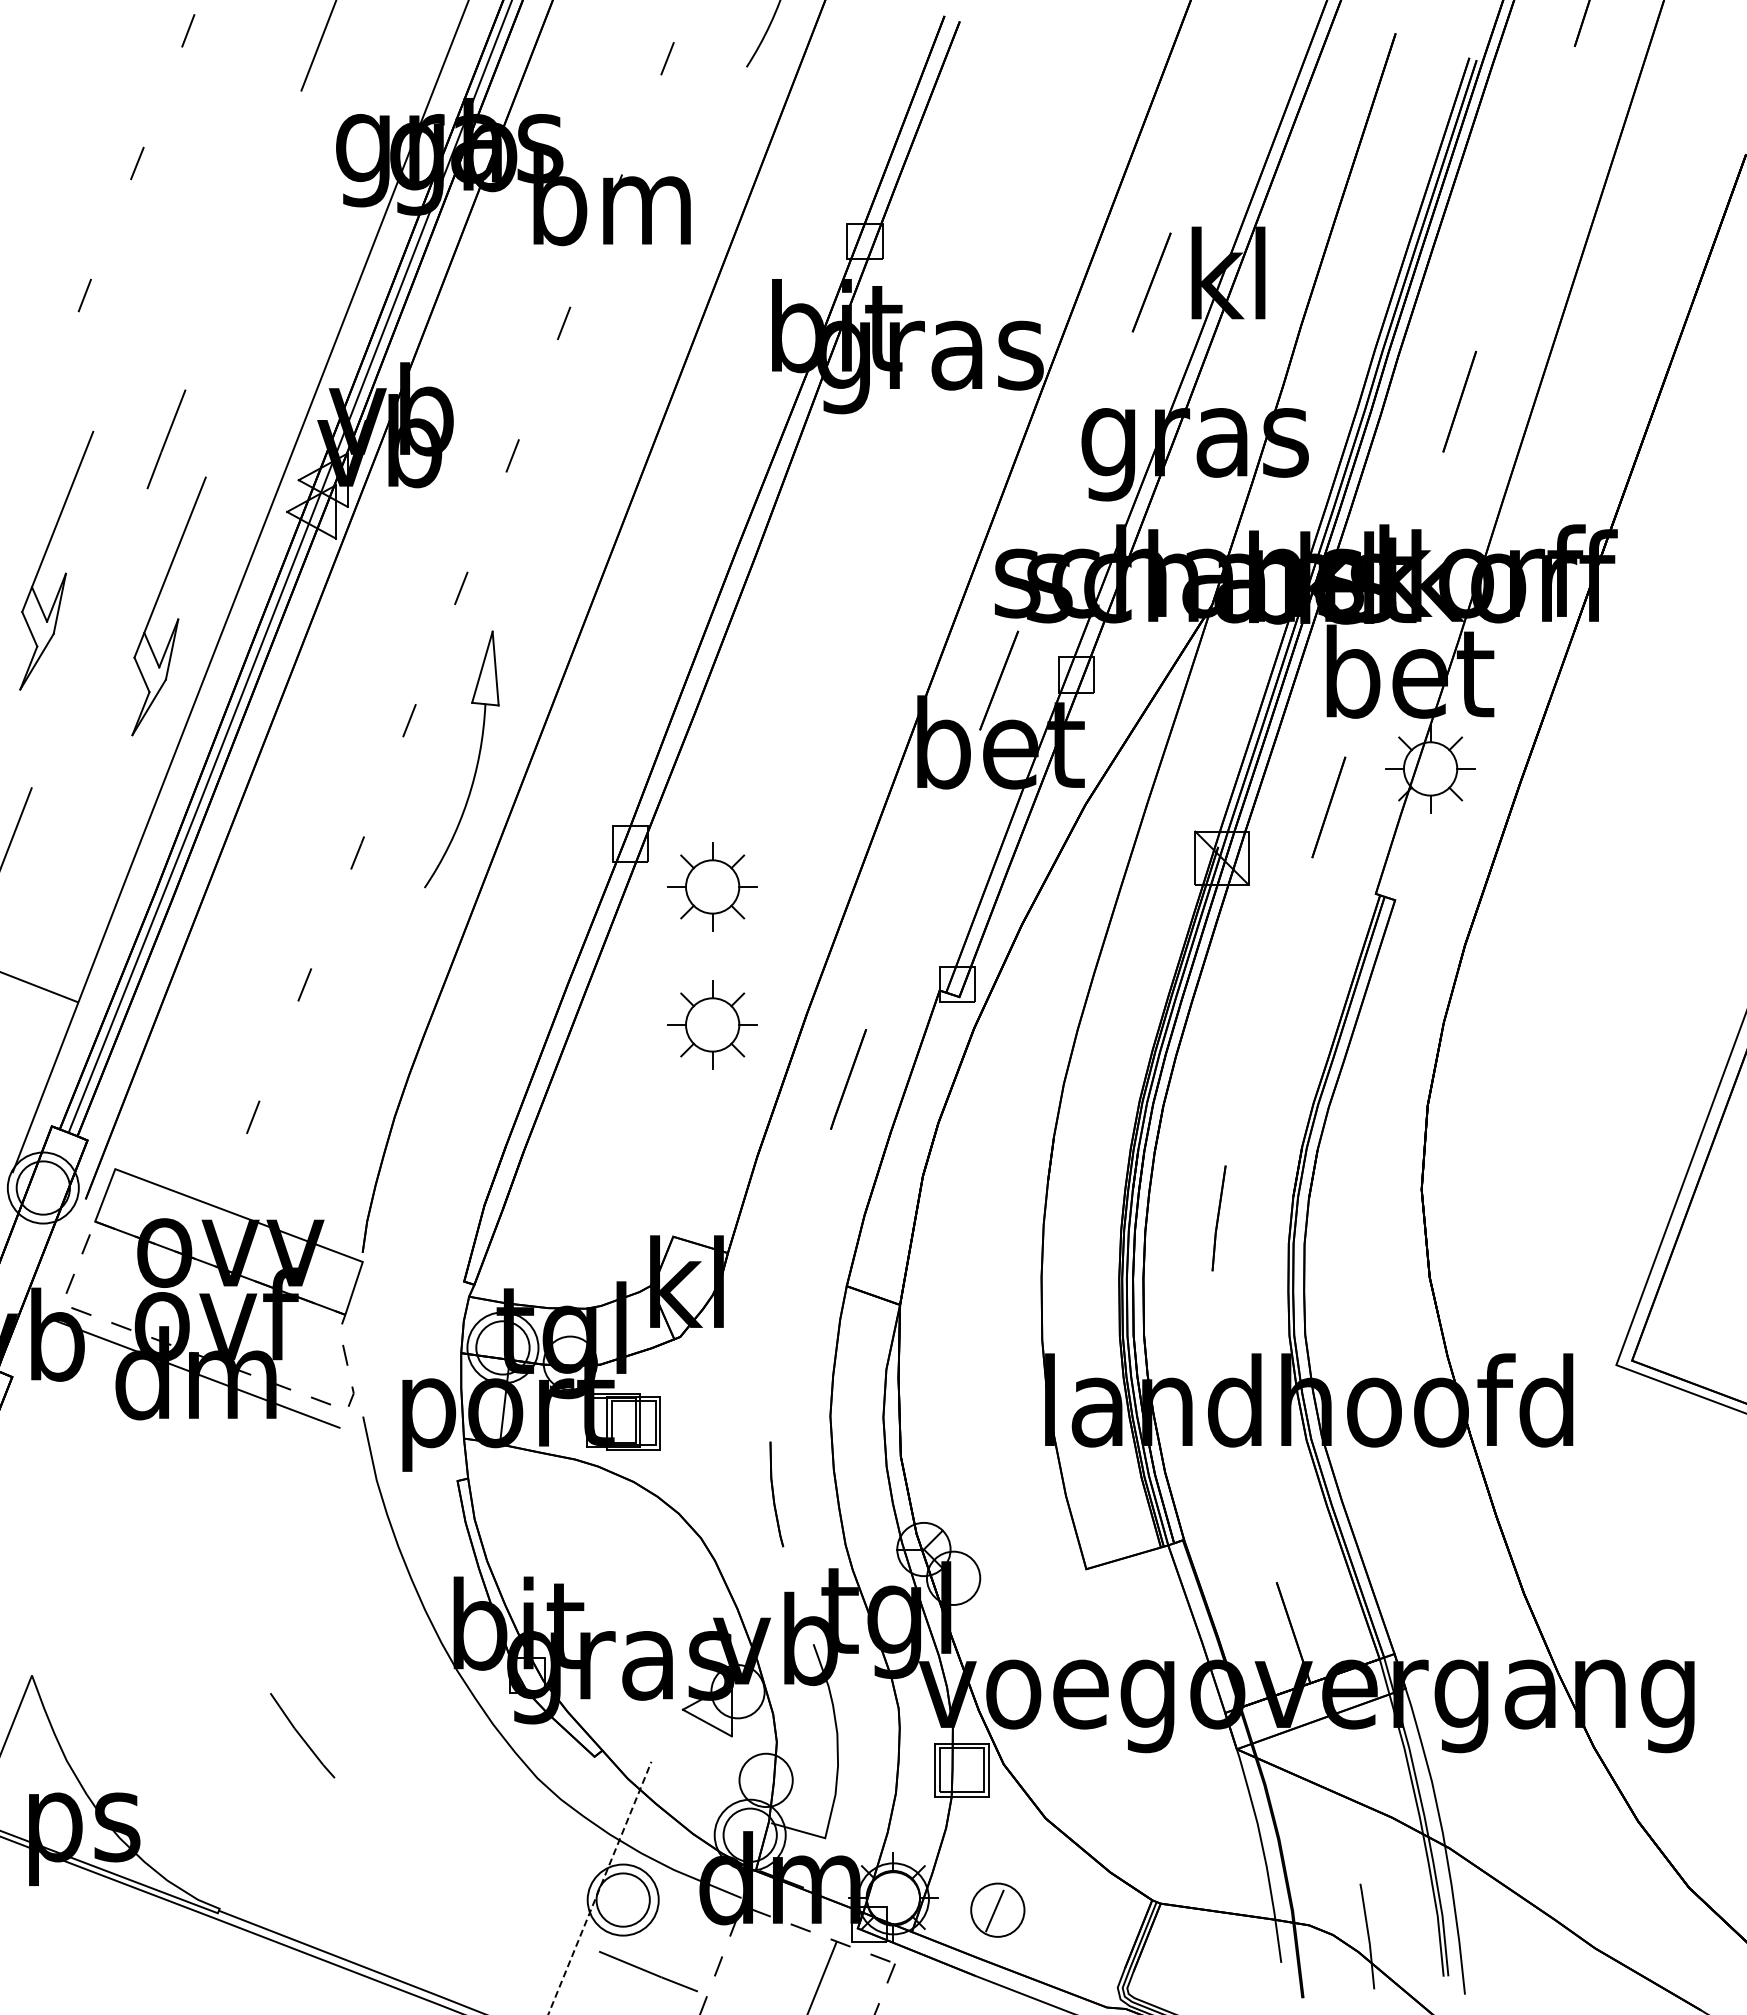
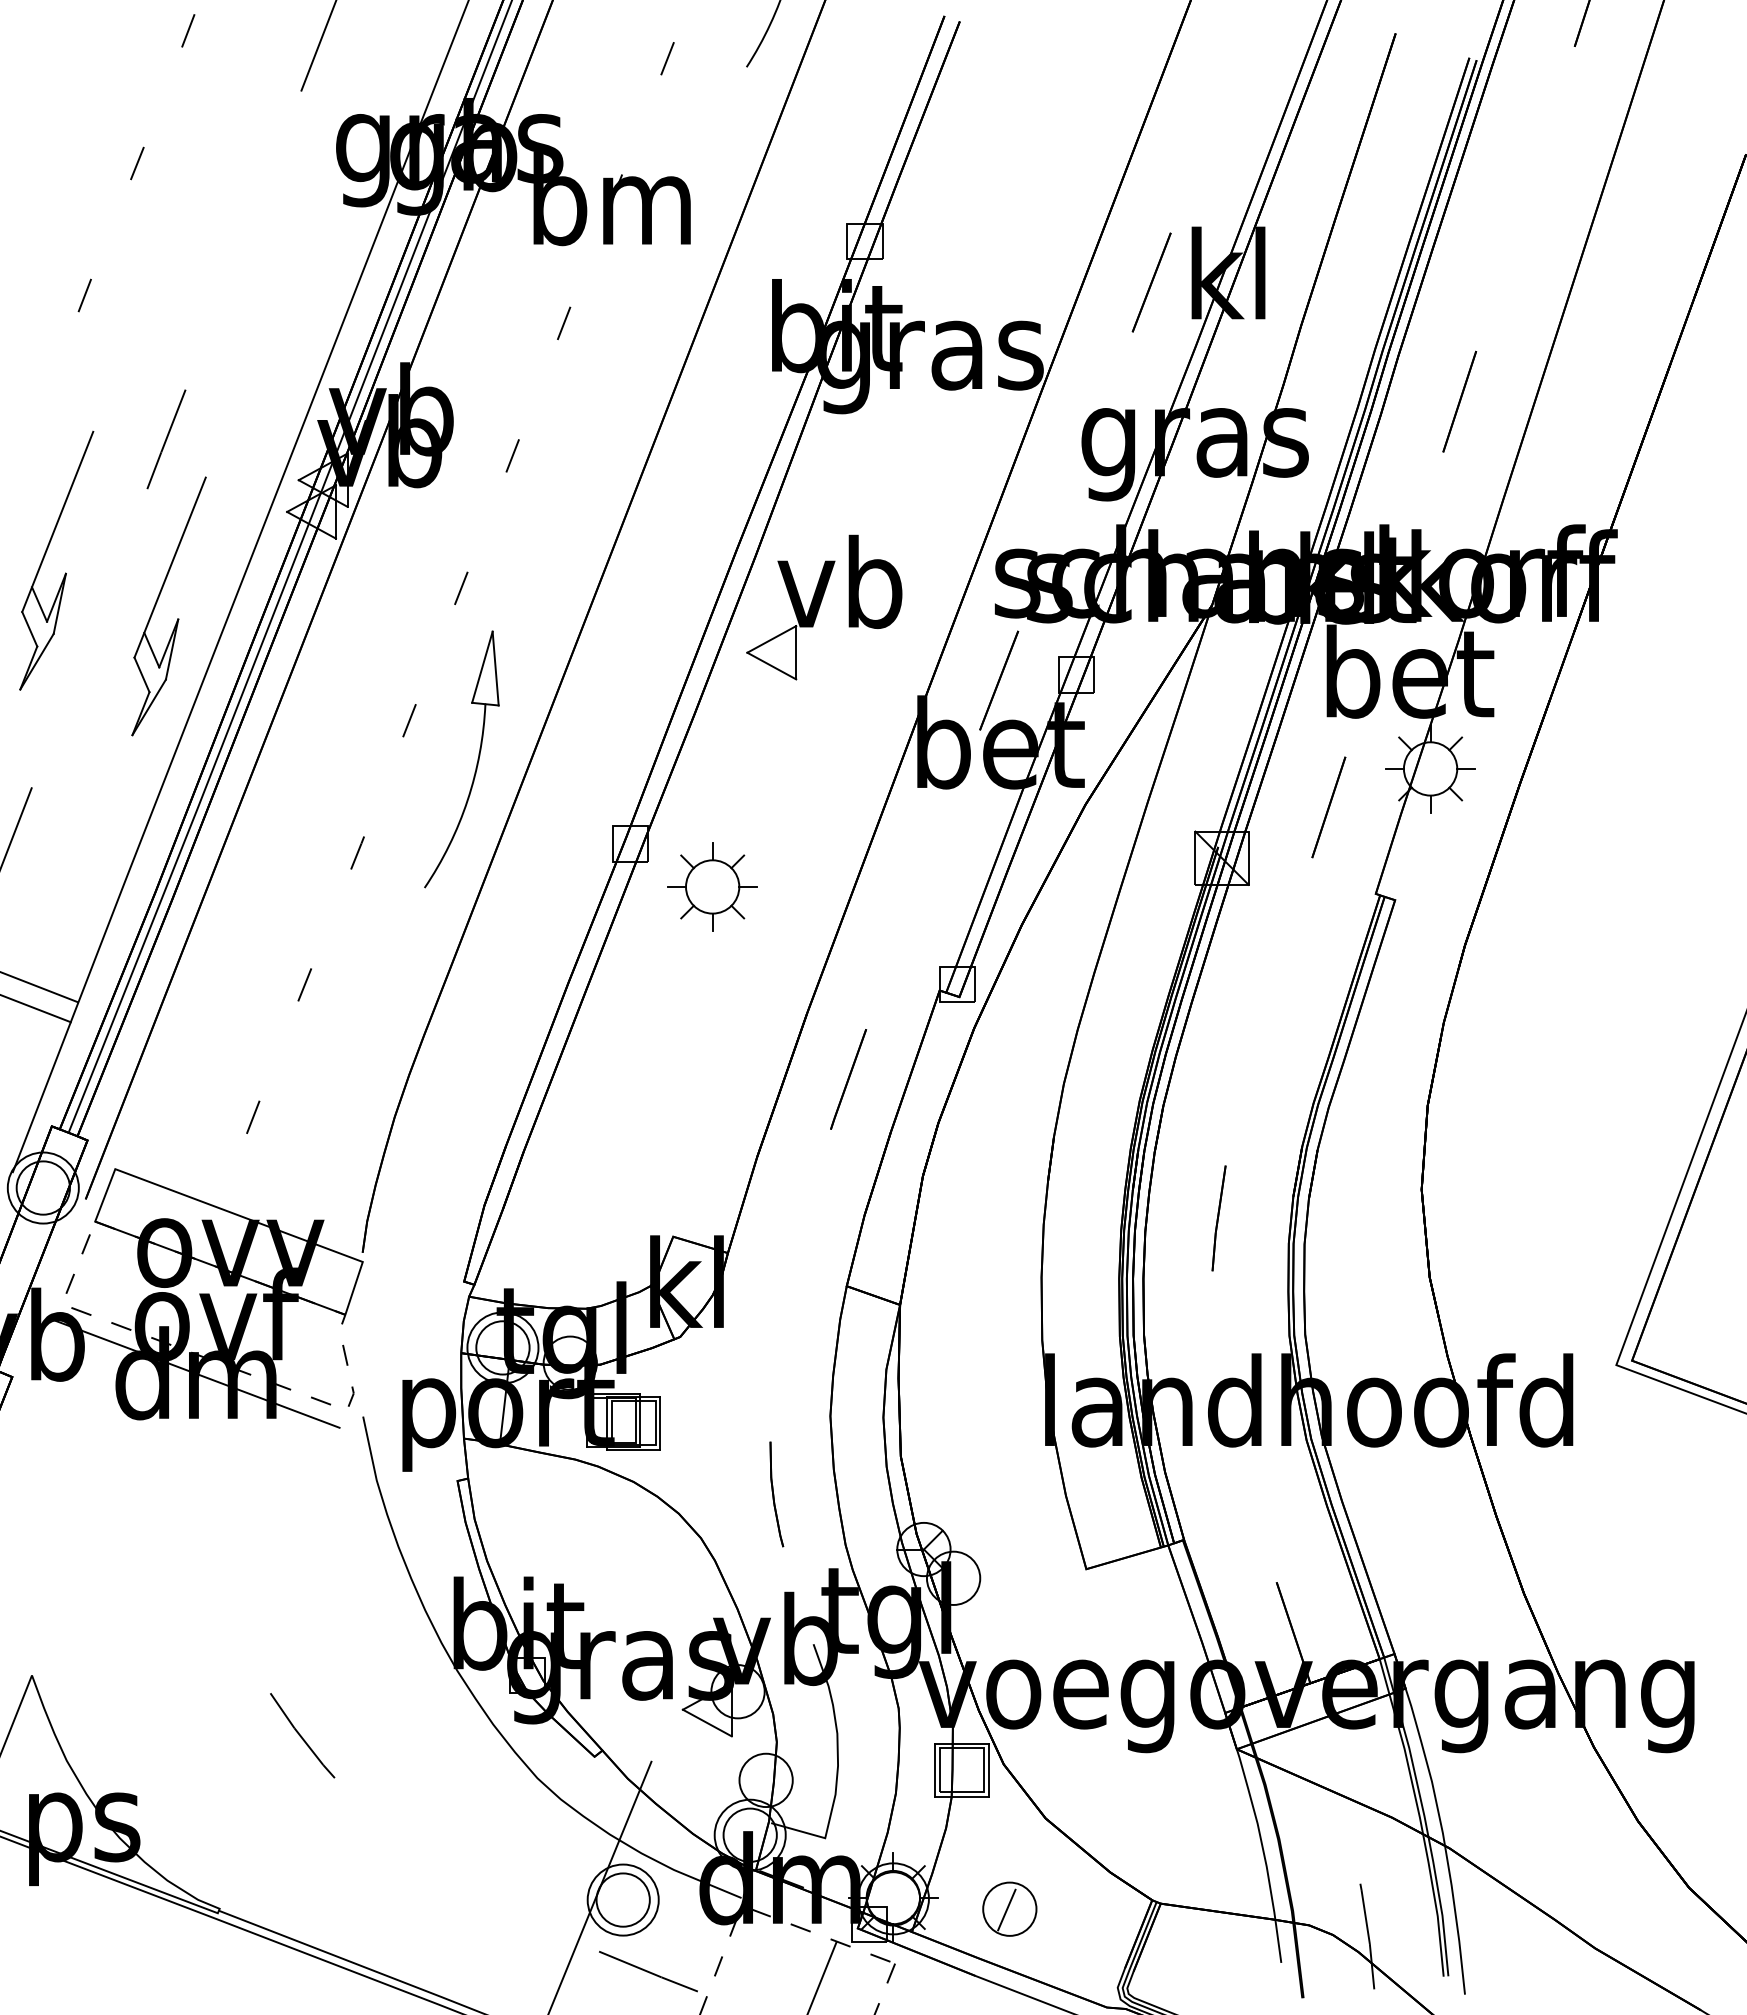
part at (824, 607): none -> present
line at (36, 1008): none -> present
part at (712, 1024): present -> none
line at (600, 1887): dashed -> solid
part at (997, 1909) position: (997, 1909) -> (1009, 1908)
